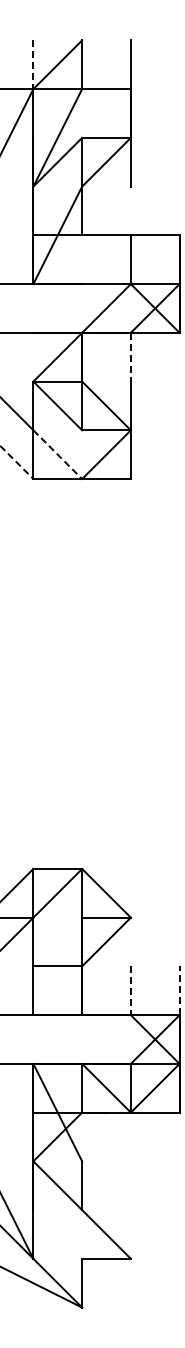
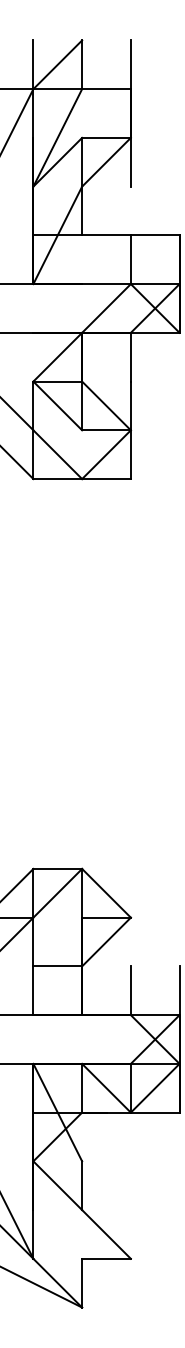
line at (33, 65): dashed -> solid
line at (130, 357): dashed -> solid
line at (58, 455): dashed -> solid
line at (17, 462): dashed -> solid
line at (179, 990): dashed -> solid
line at (130, 991): dashed -> solid
